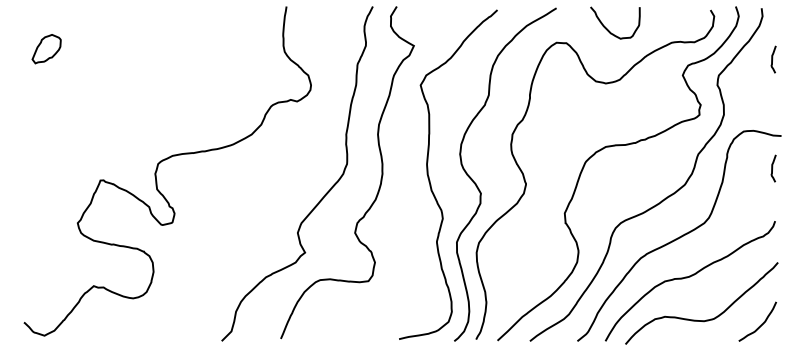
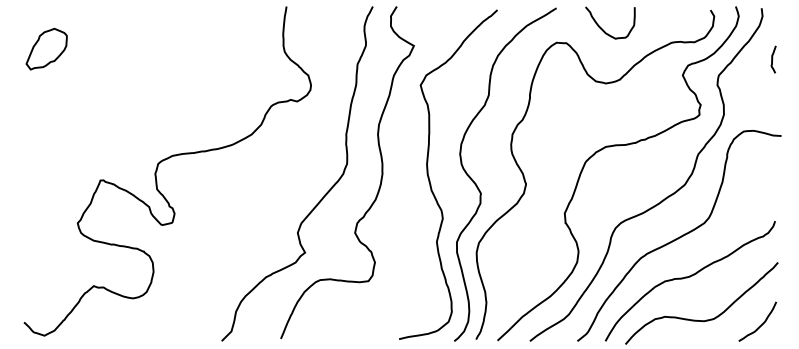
curve at (608, 29) position: (608, 29) -> (603, 29)
part at (46, 49) size: 31x31 px -> 43x44 px
curve at (773, 168): present -> none
